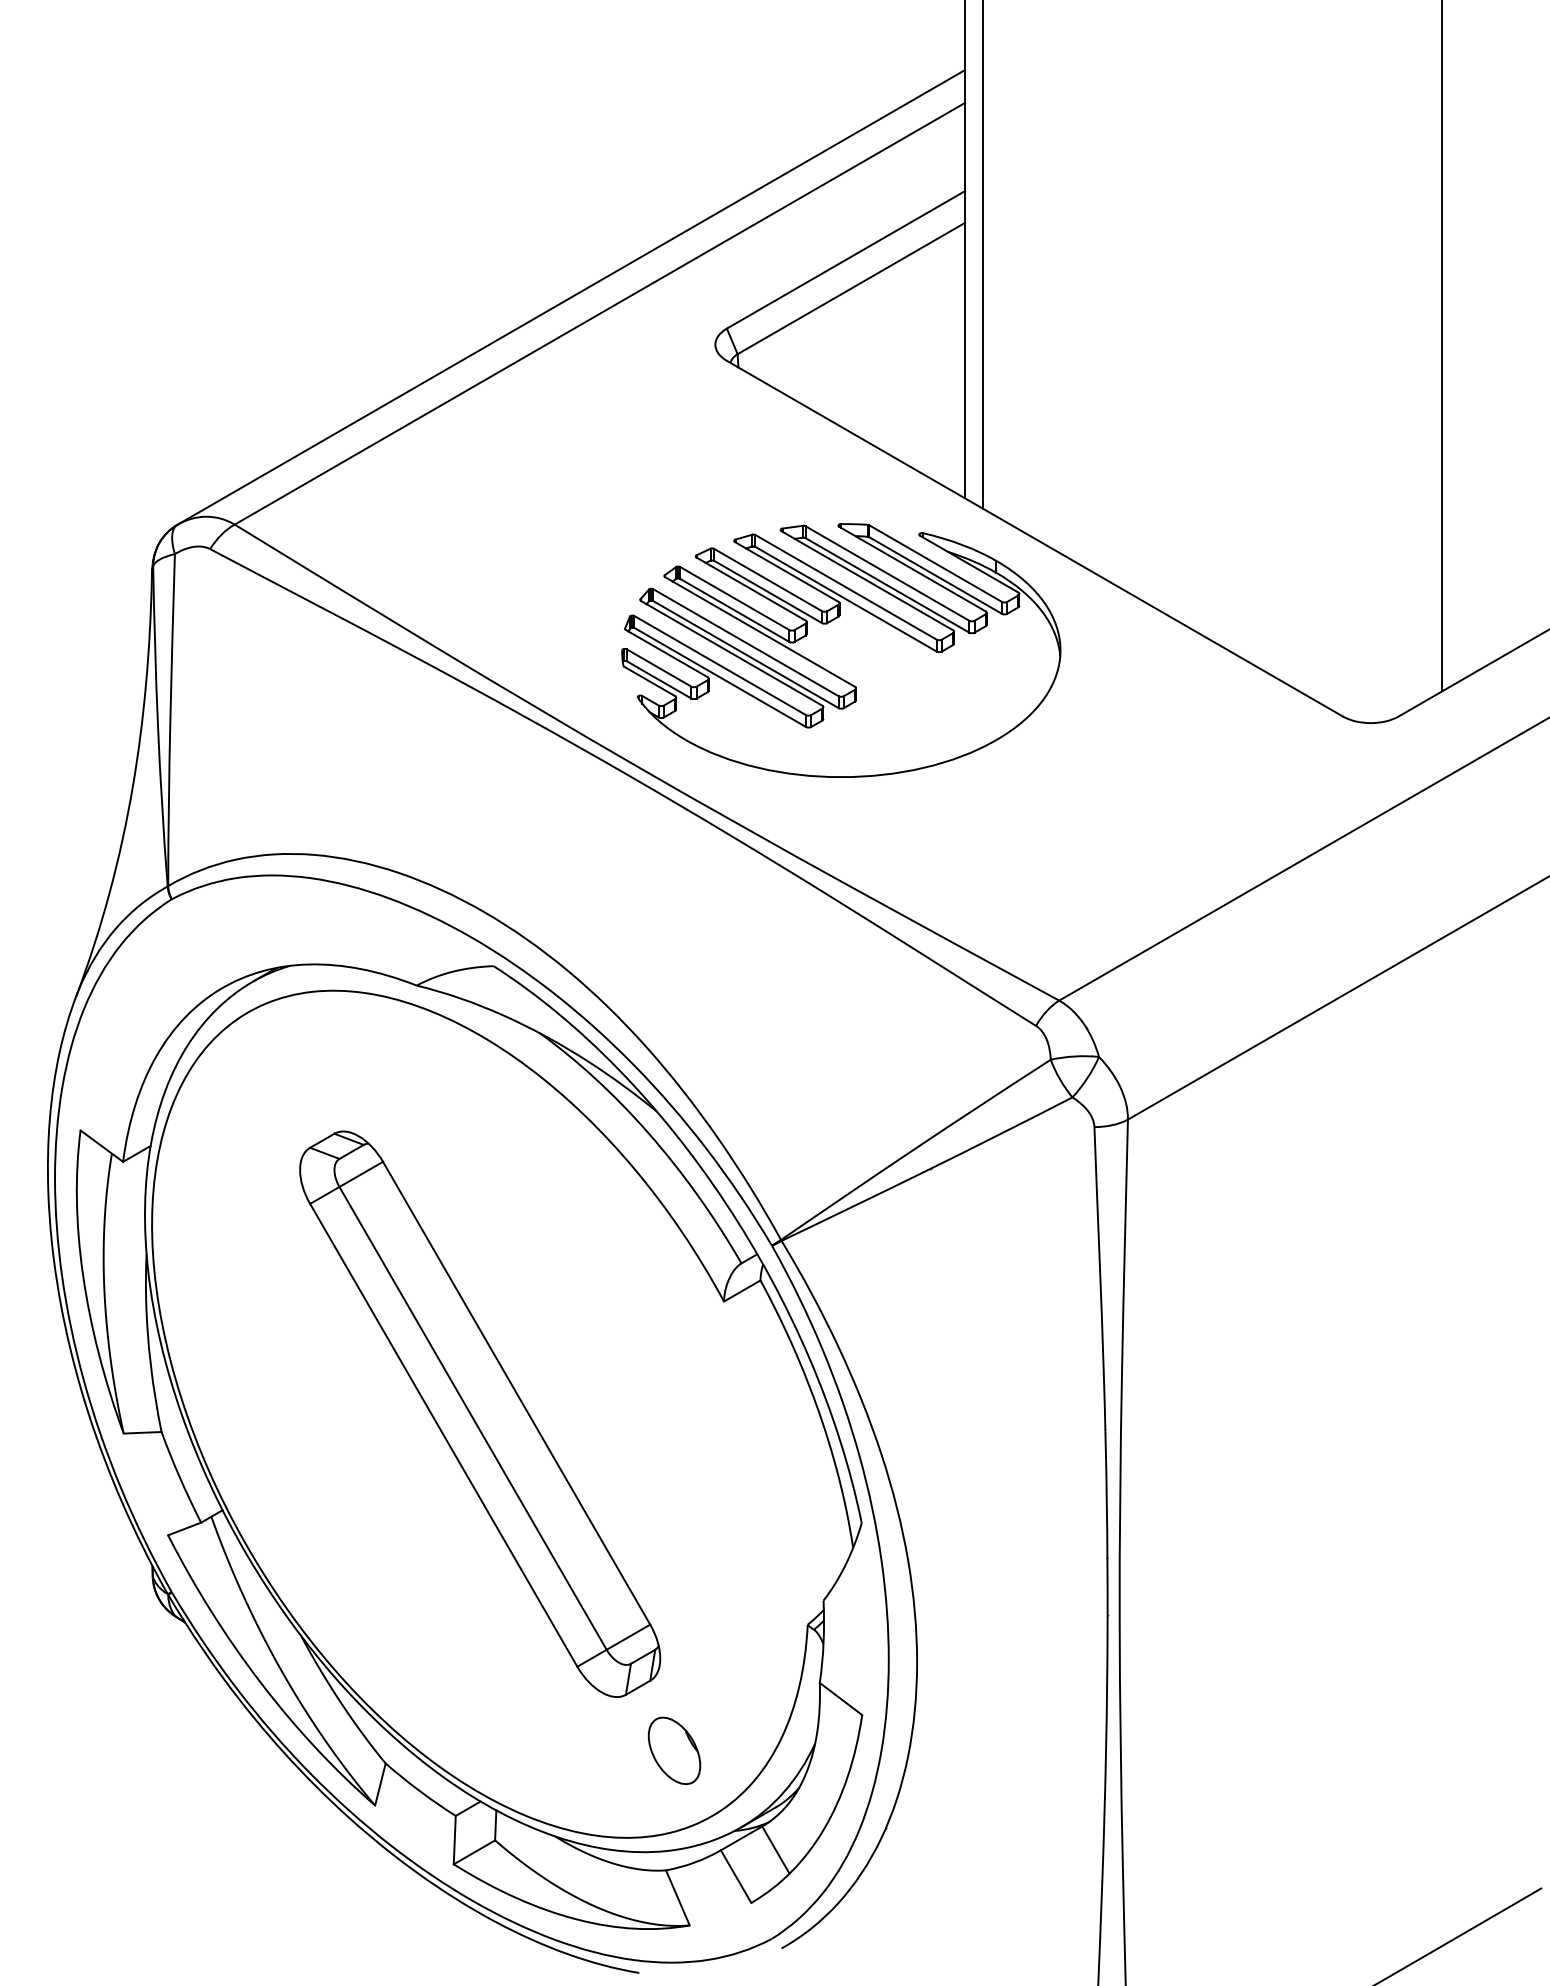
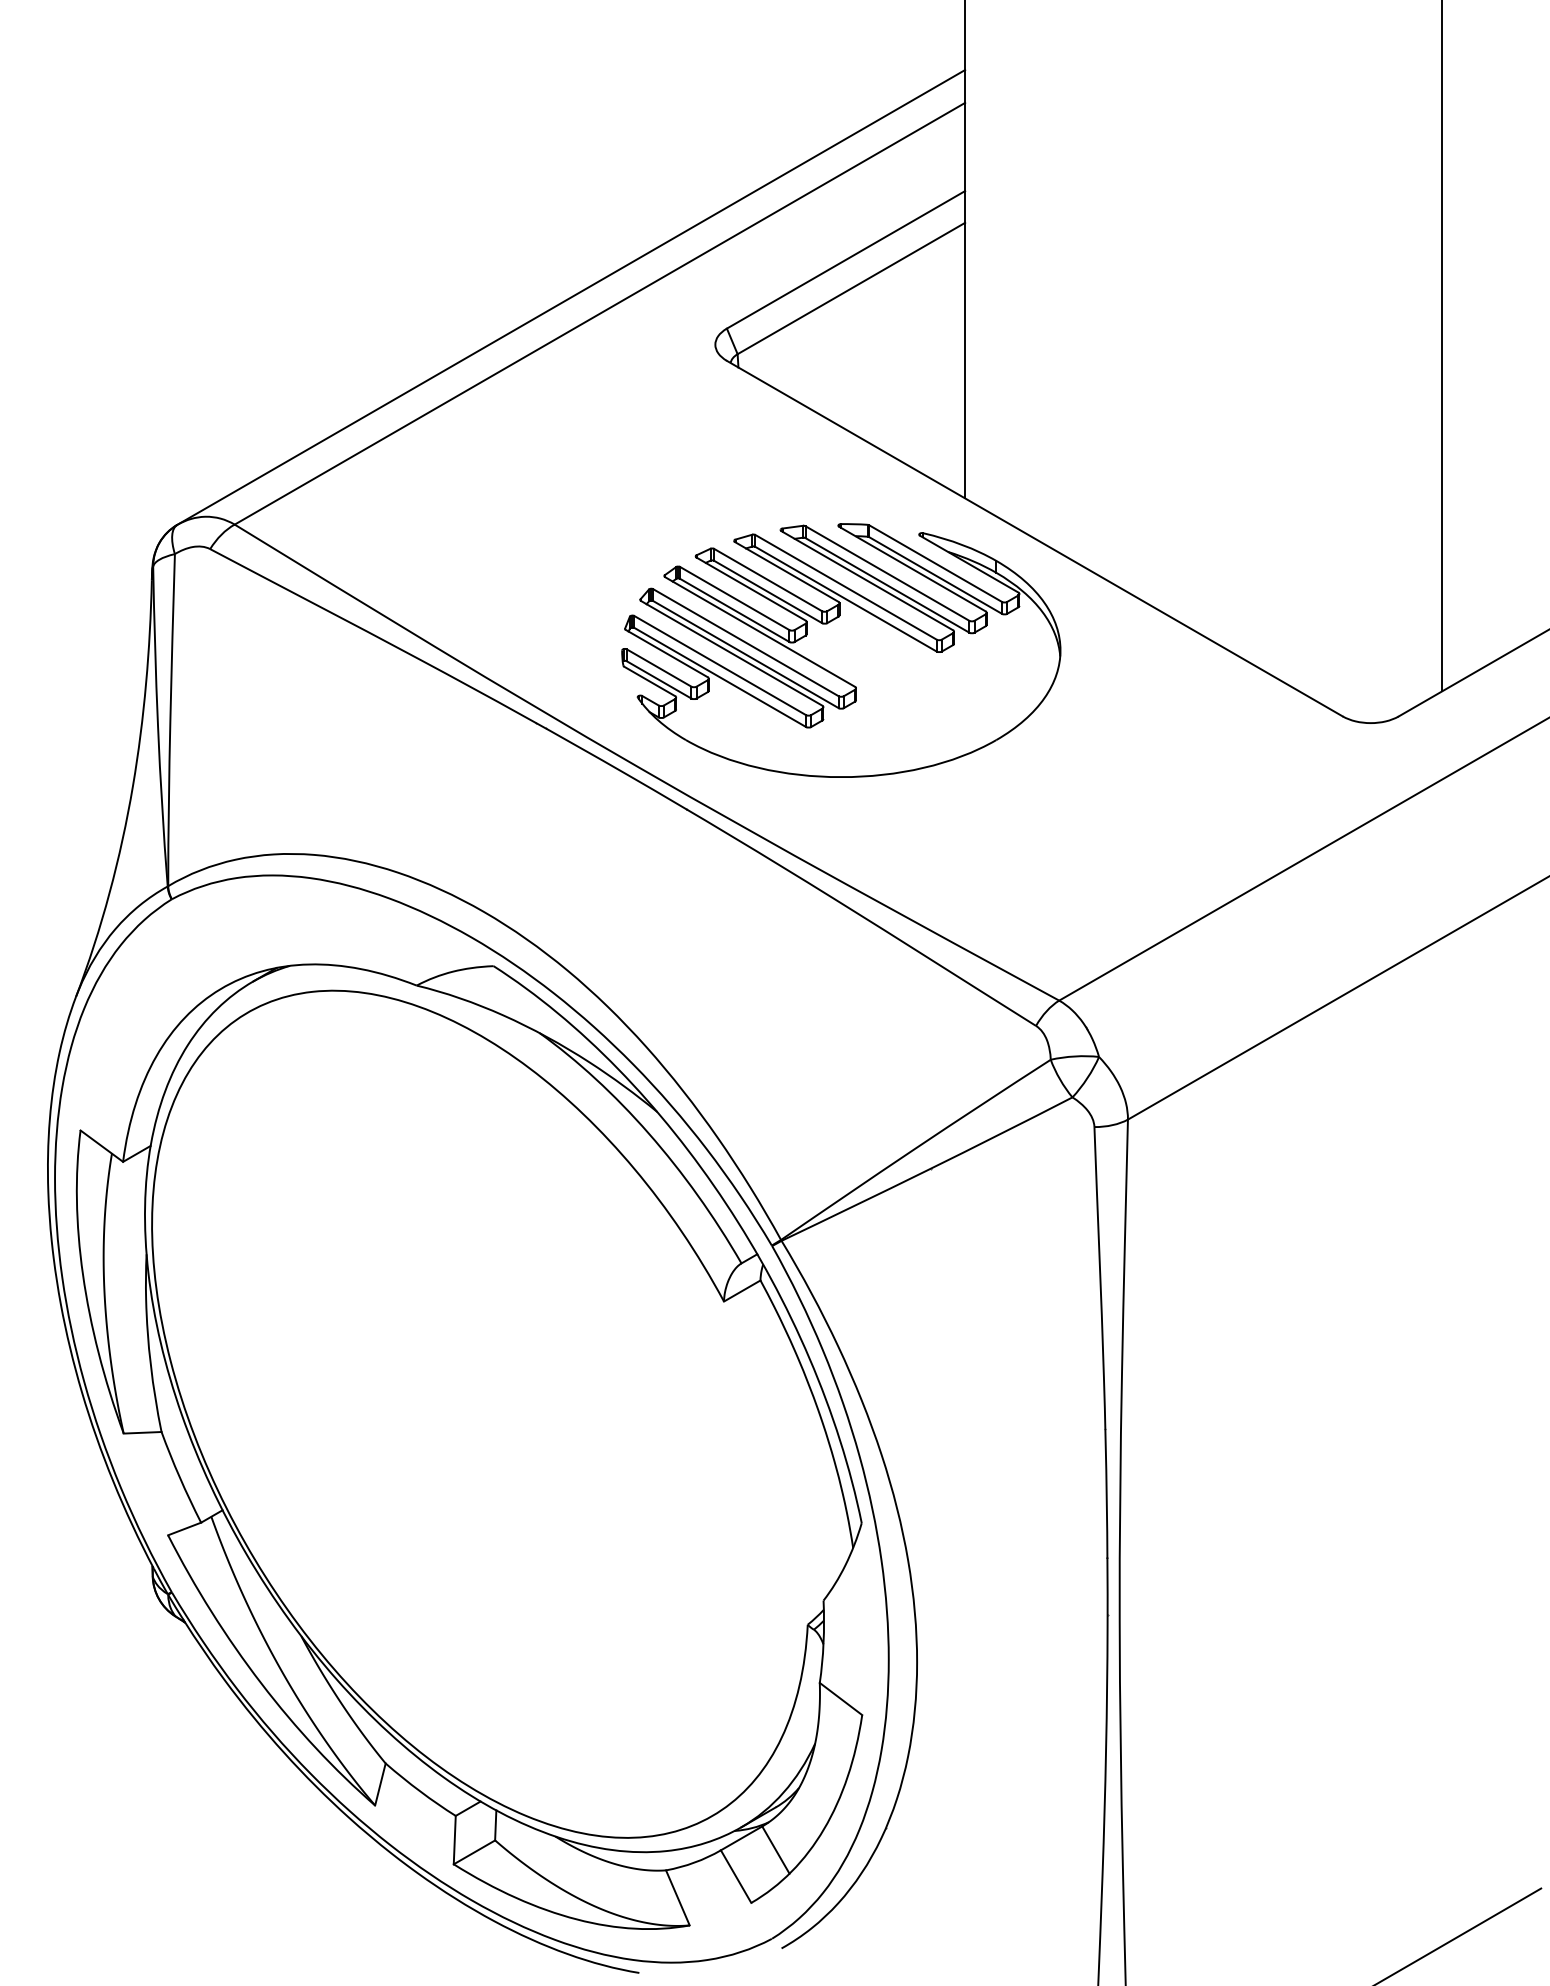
line at (983, 255): present -> none
part at (480, 1413): present -> none
part at (674, 1750): present -> none
